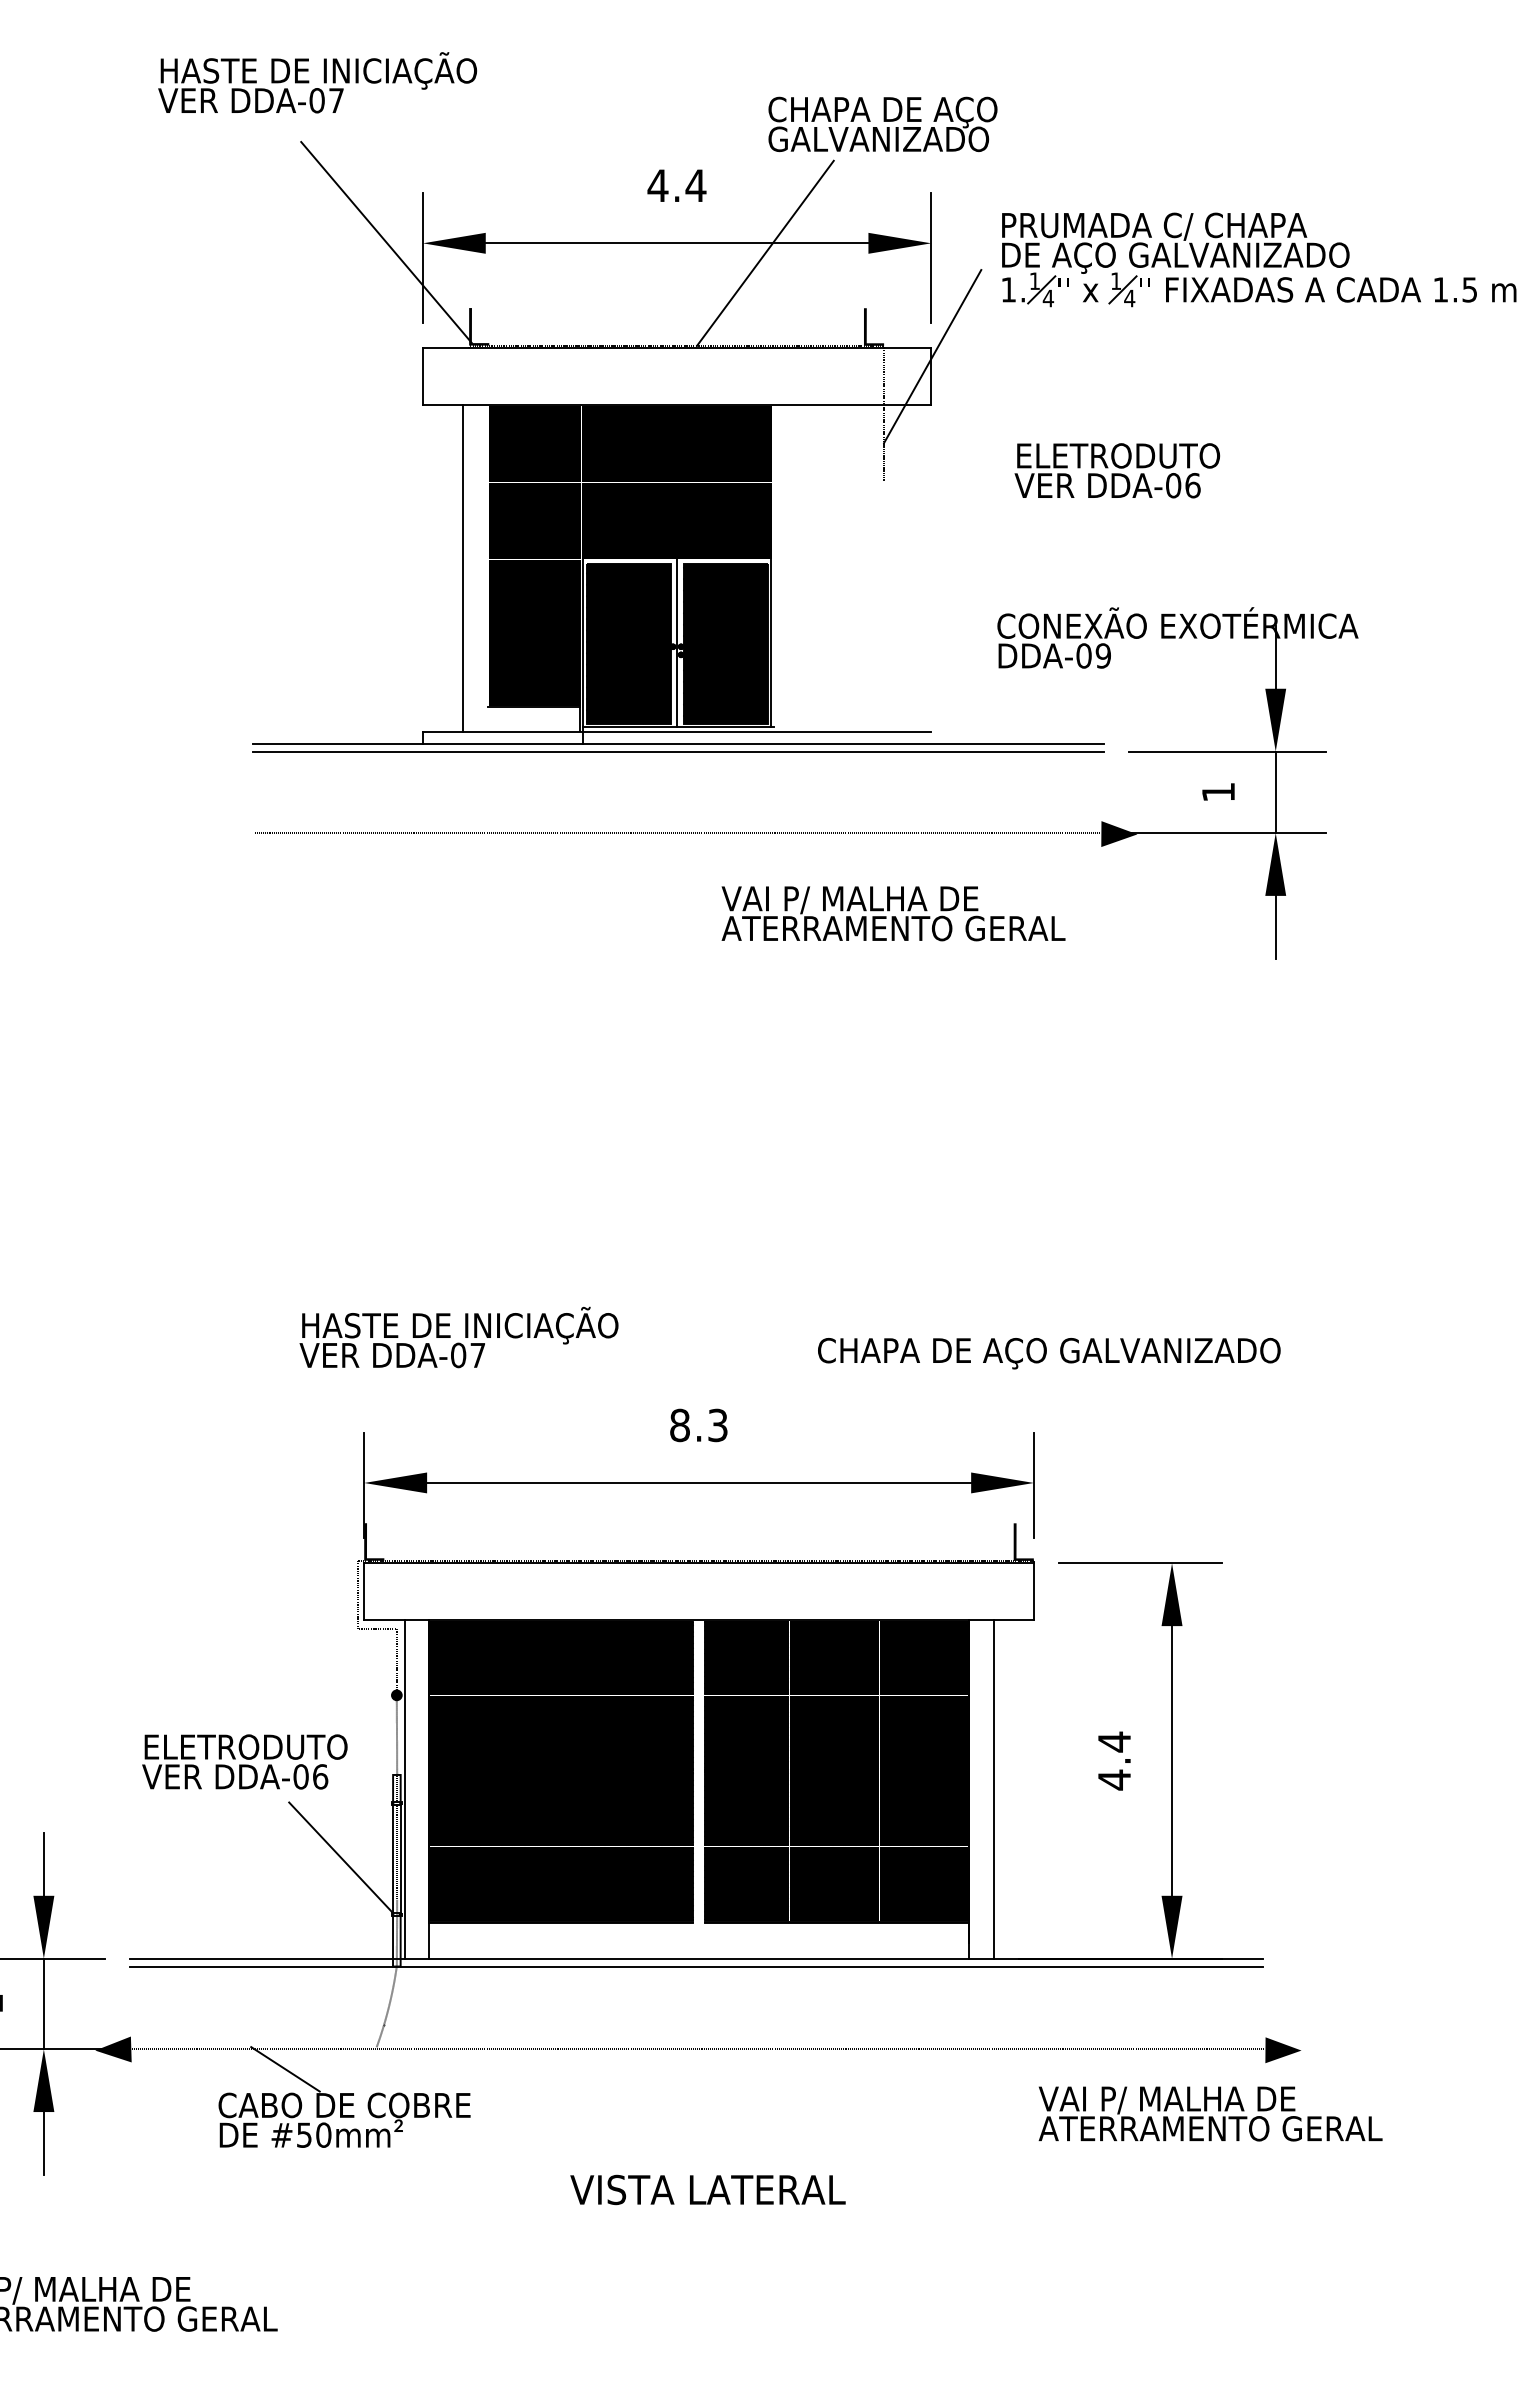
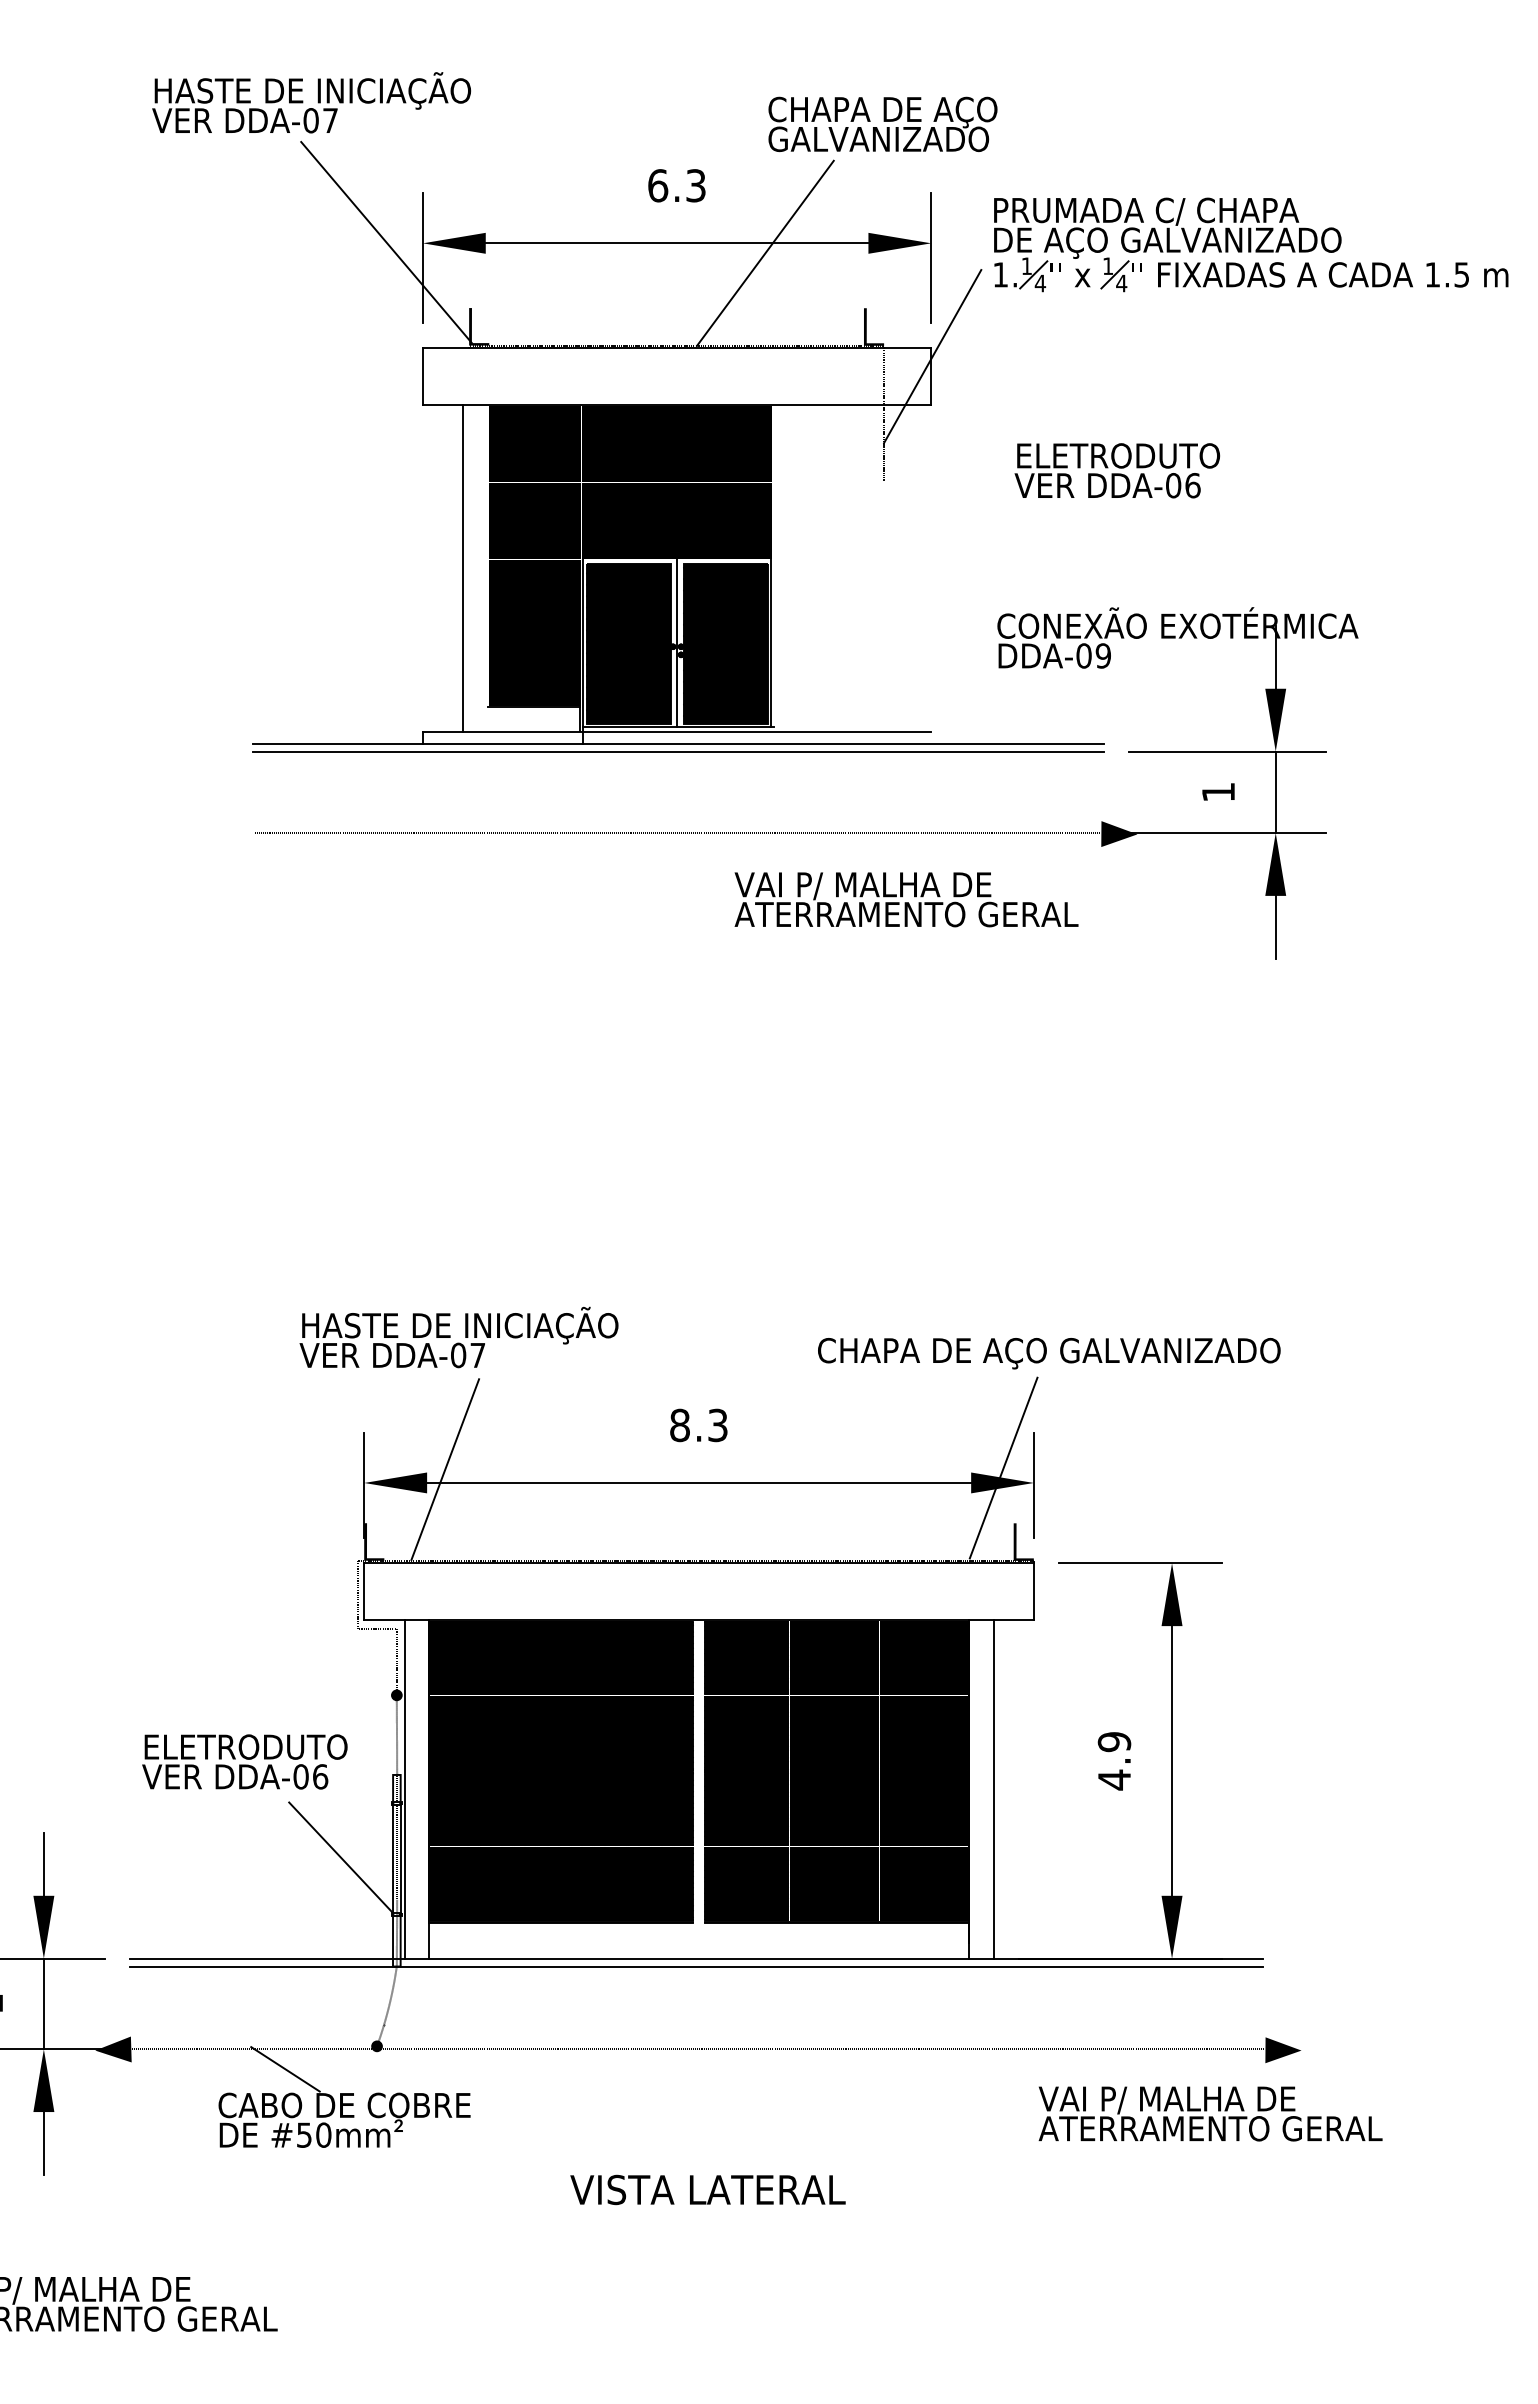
text at (317, 82) position: (317, 82) -> (311, 102)
text at (676, 185): 4.4 -> 6.3
part at (1259, 259) position: (1259, 259) -> (1251, 244)
text at (893, 913) position: (893, 913) -> (906, 899)
line at (1003, 1467): none -> present
line at (445, 1469): none -> present
text at (1114, 1741): 4.4 -> 4.9
fill at (376, 2046): none -> present
